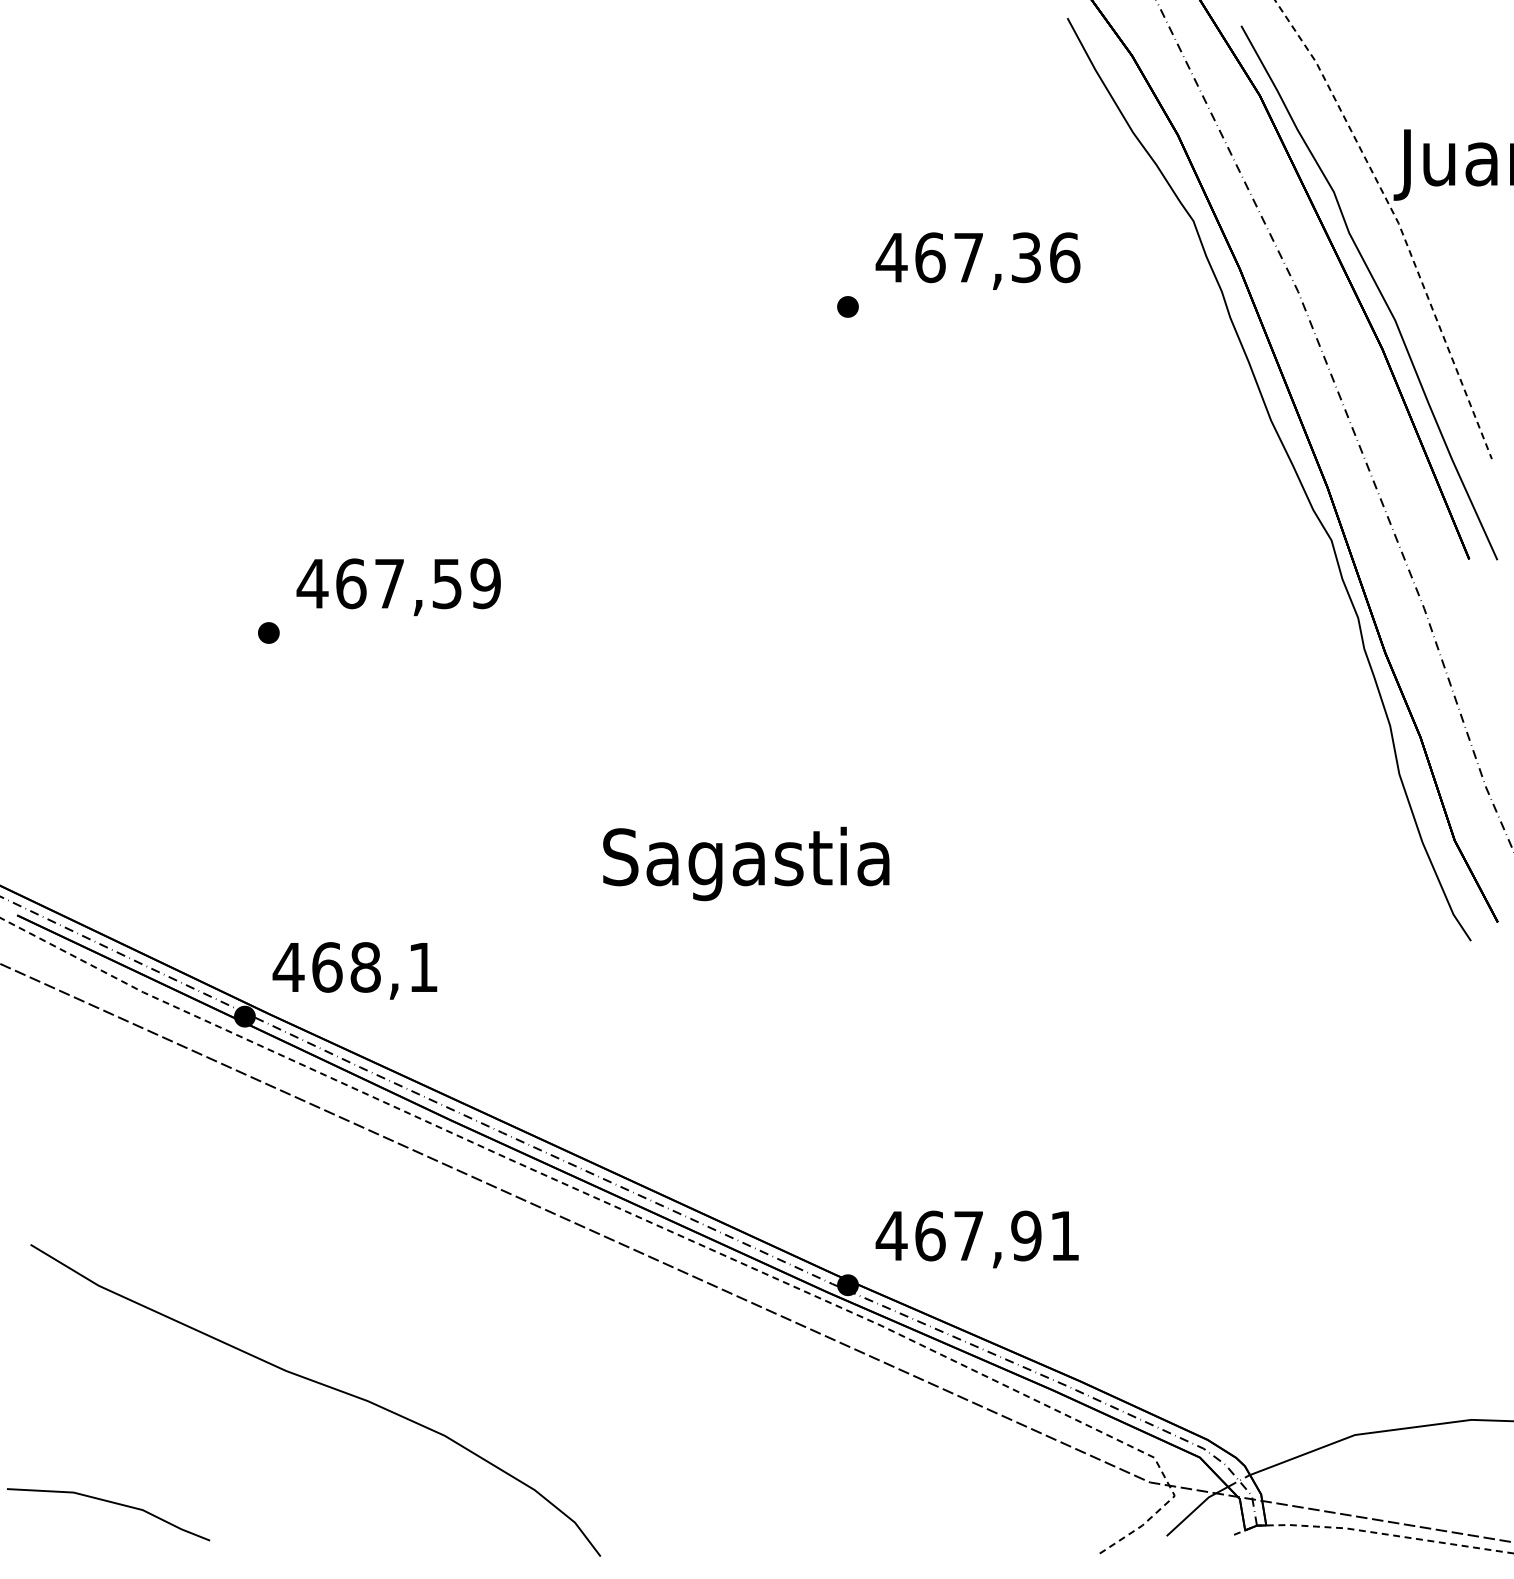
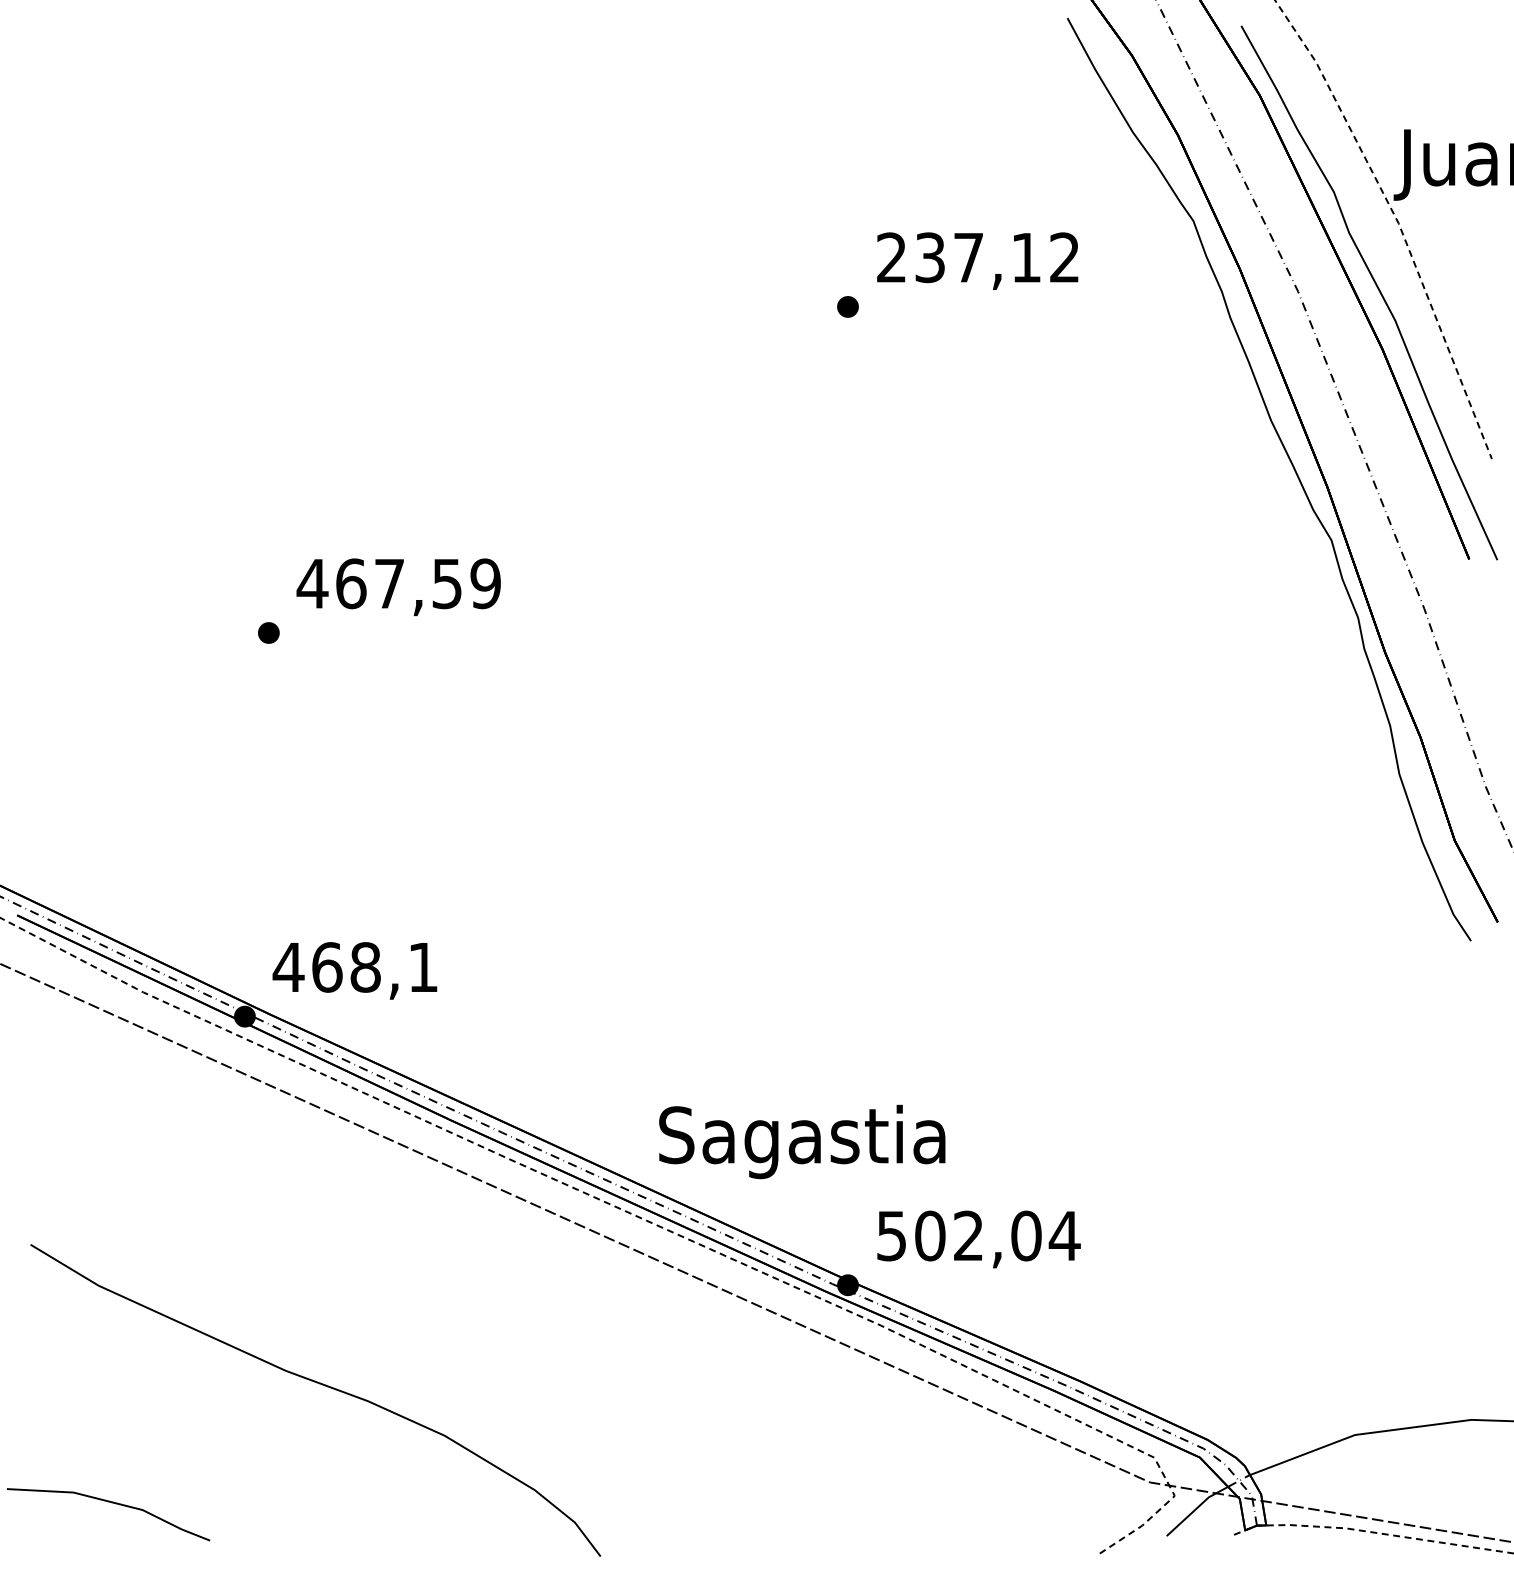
text at (977, 257): 467,36 -> 237,12
text at (746, 863) position: (746, 863) -> (802, 1141)
text at (977, 1235): 467,91 -> 502,04
